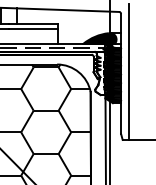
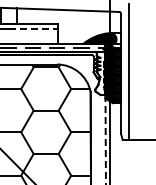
line at (33, 28): solid -> dashed
line at (105, 139): solid -> dashed
